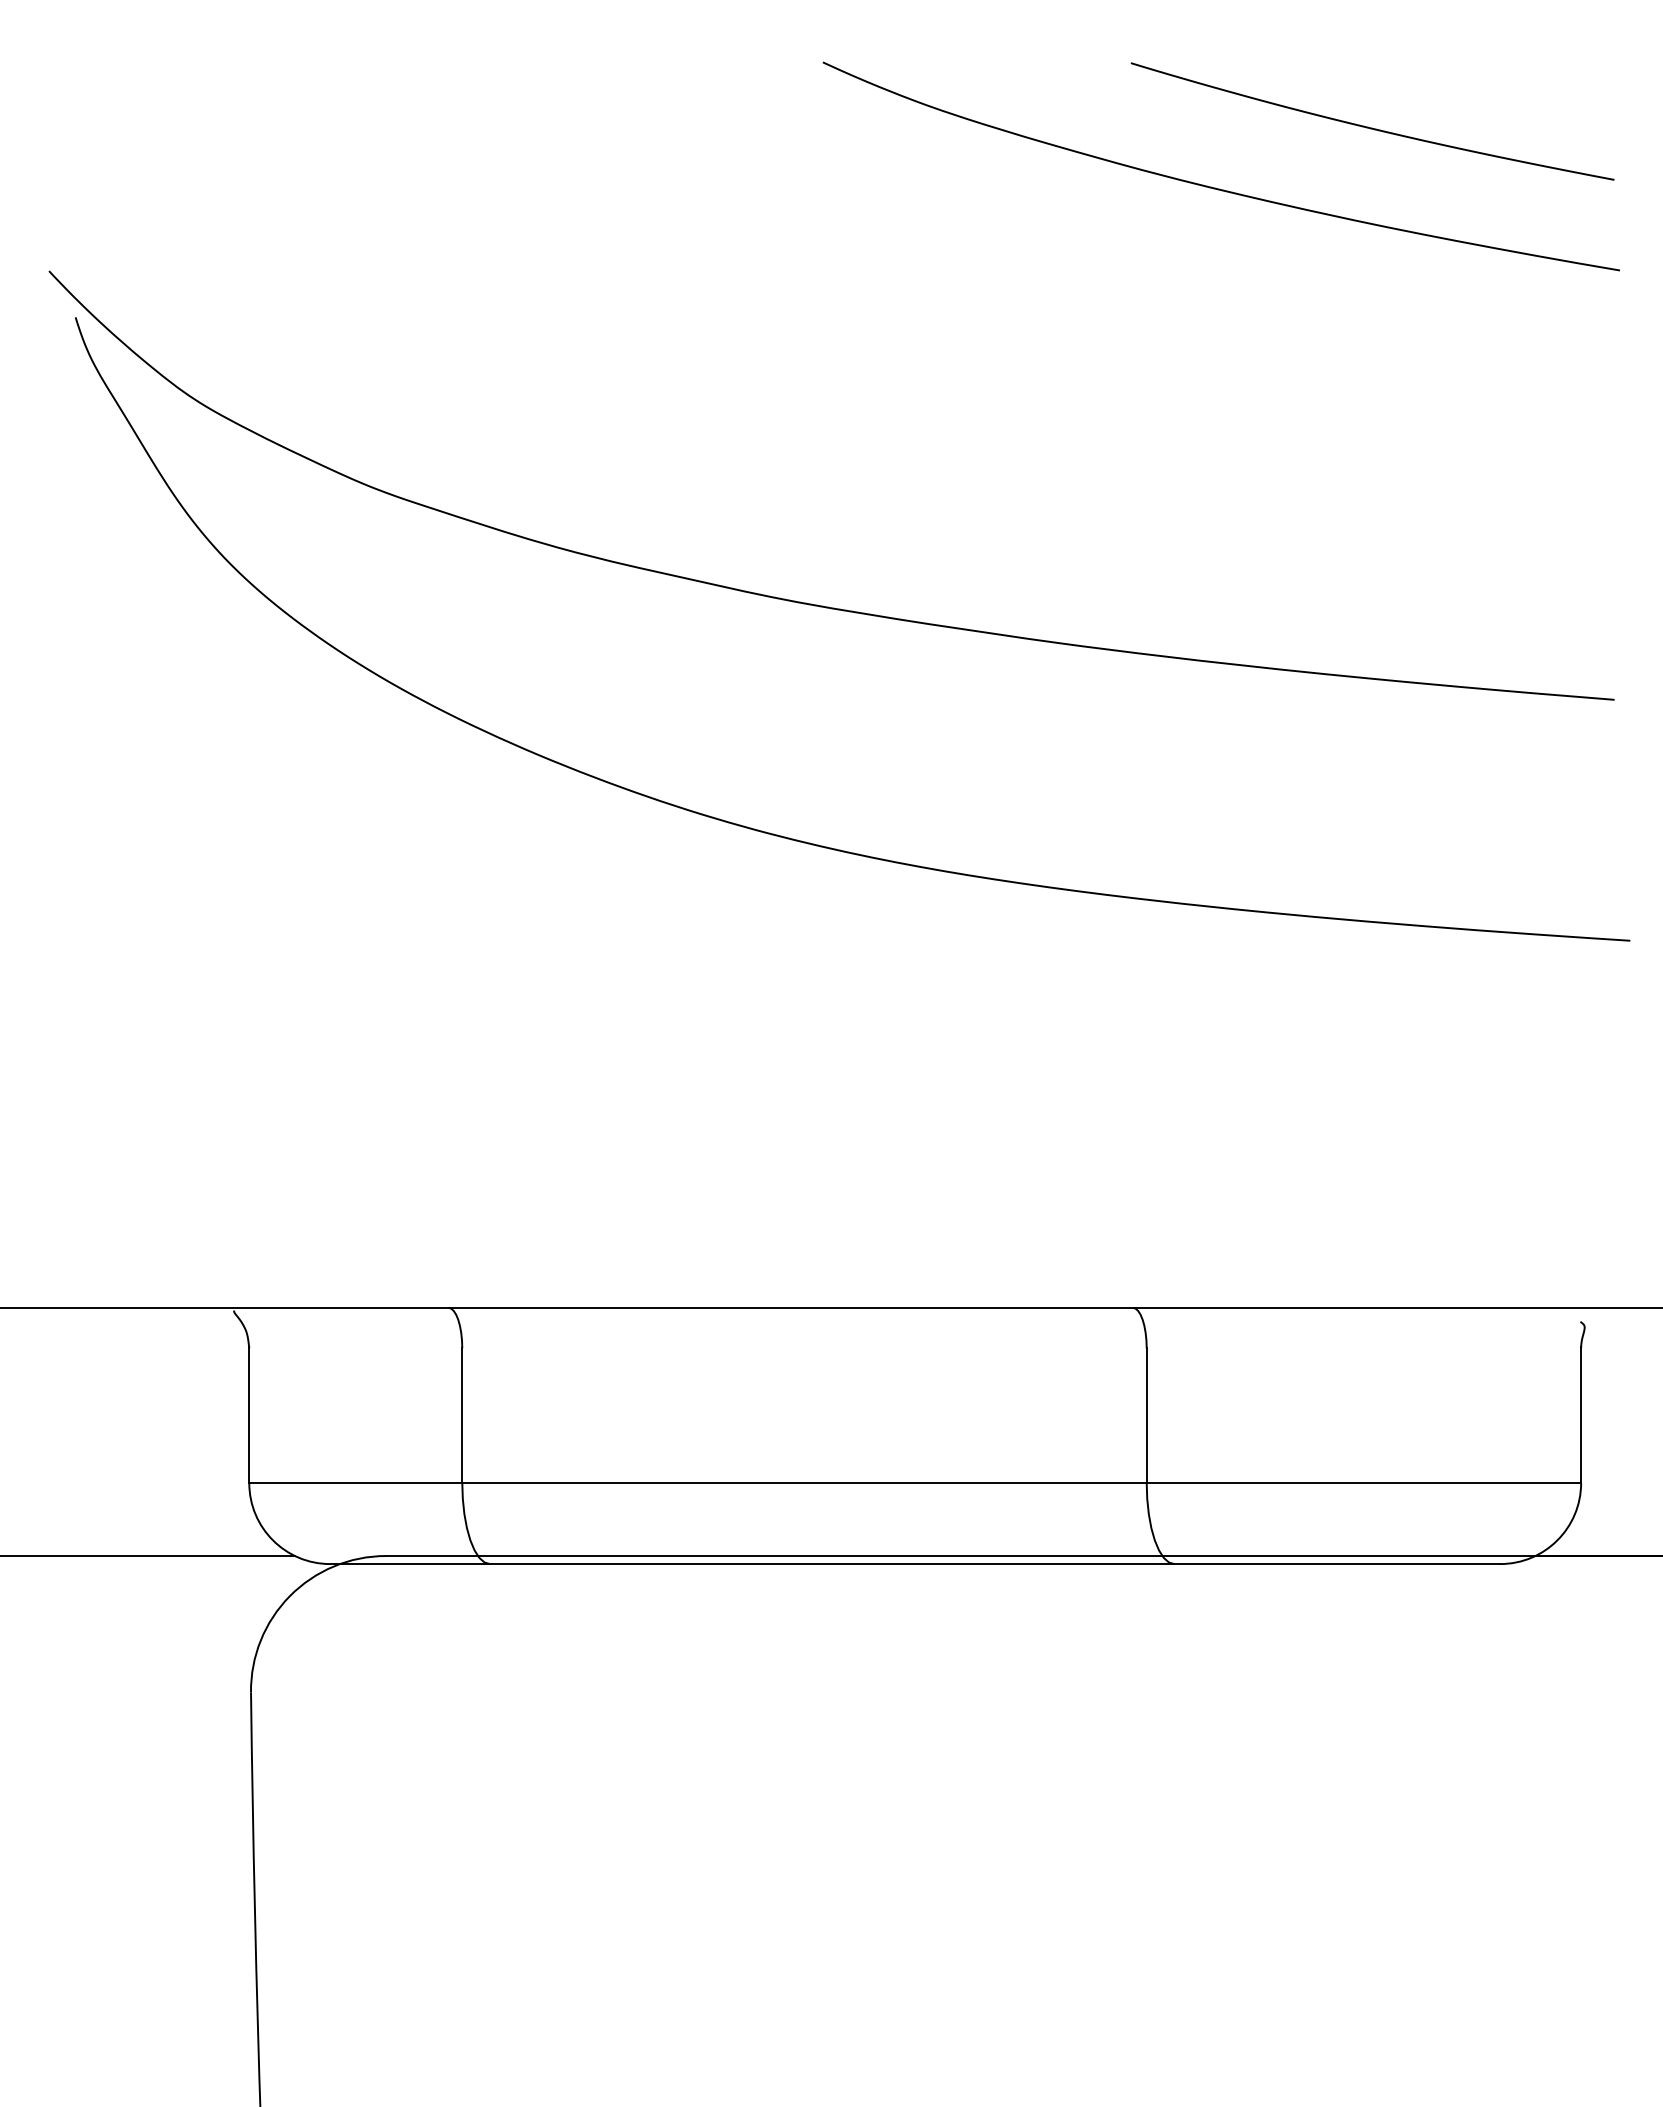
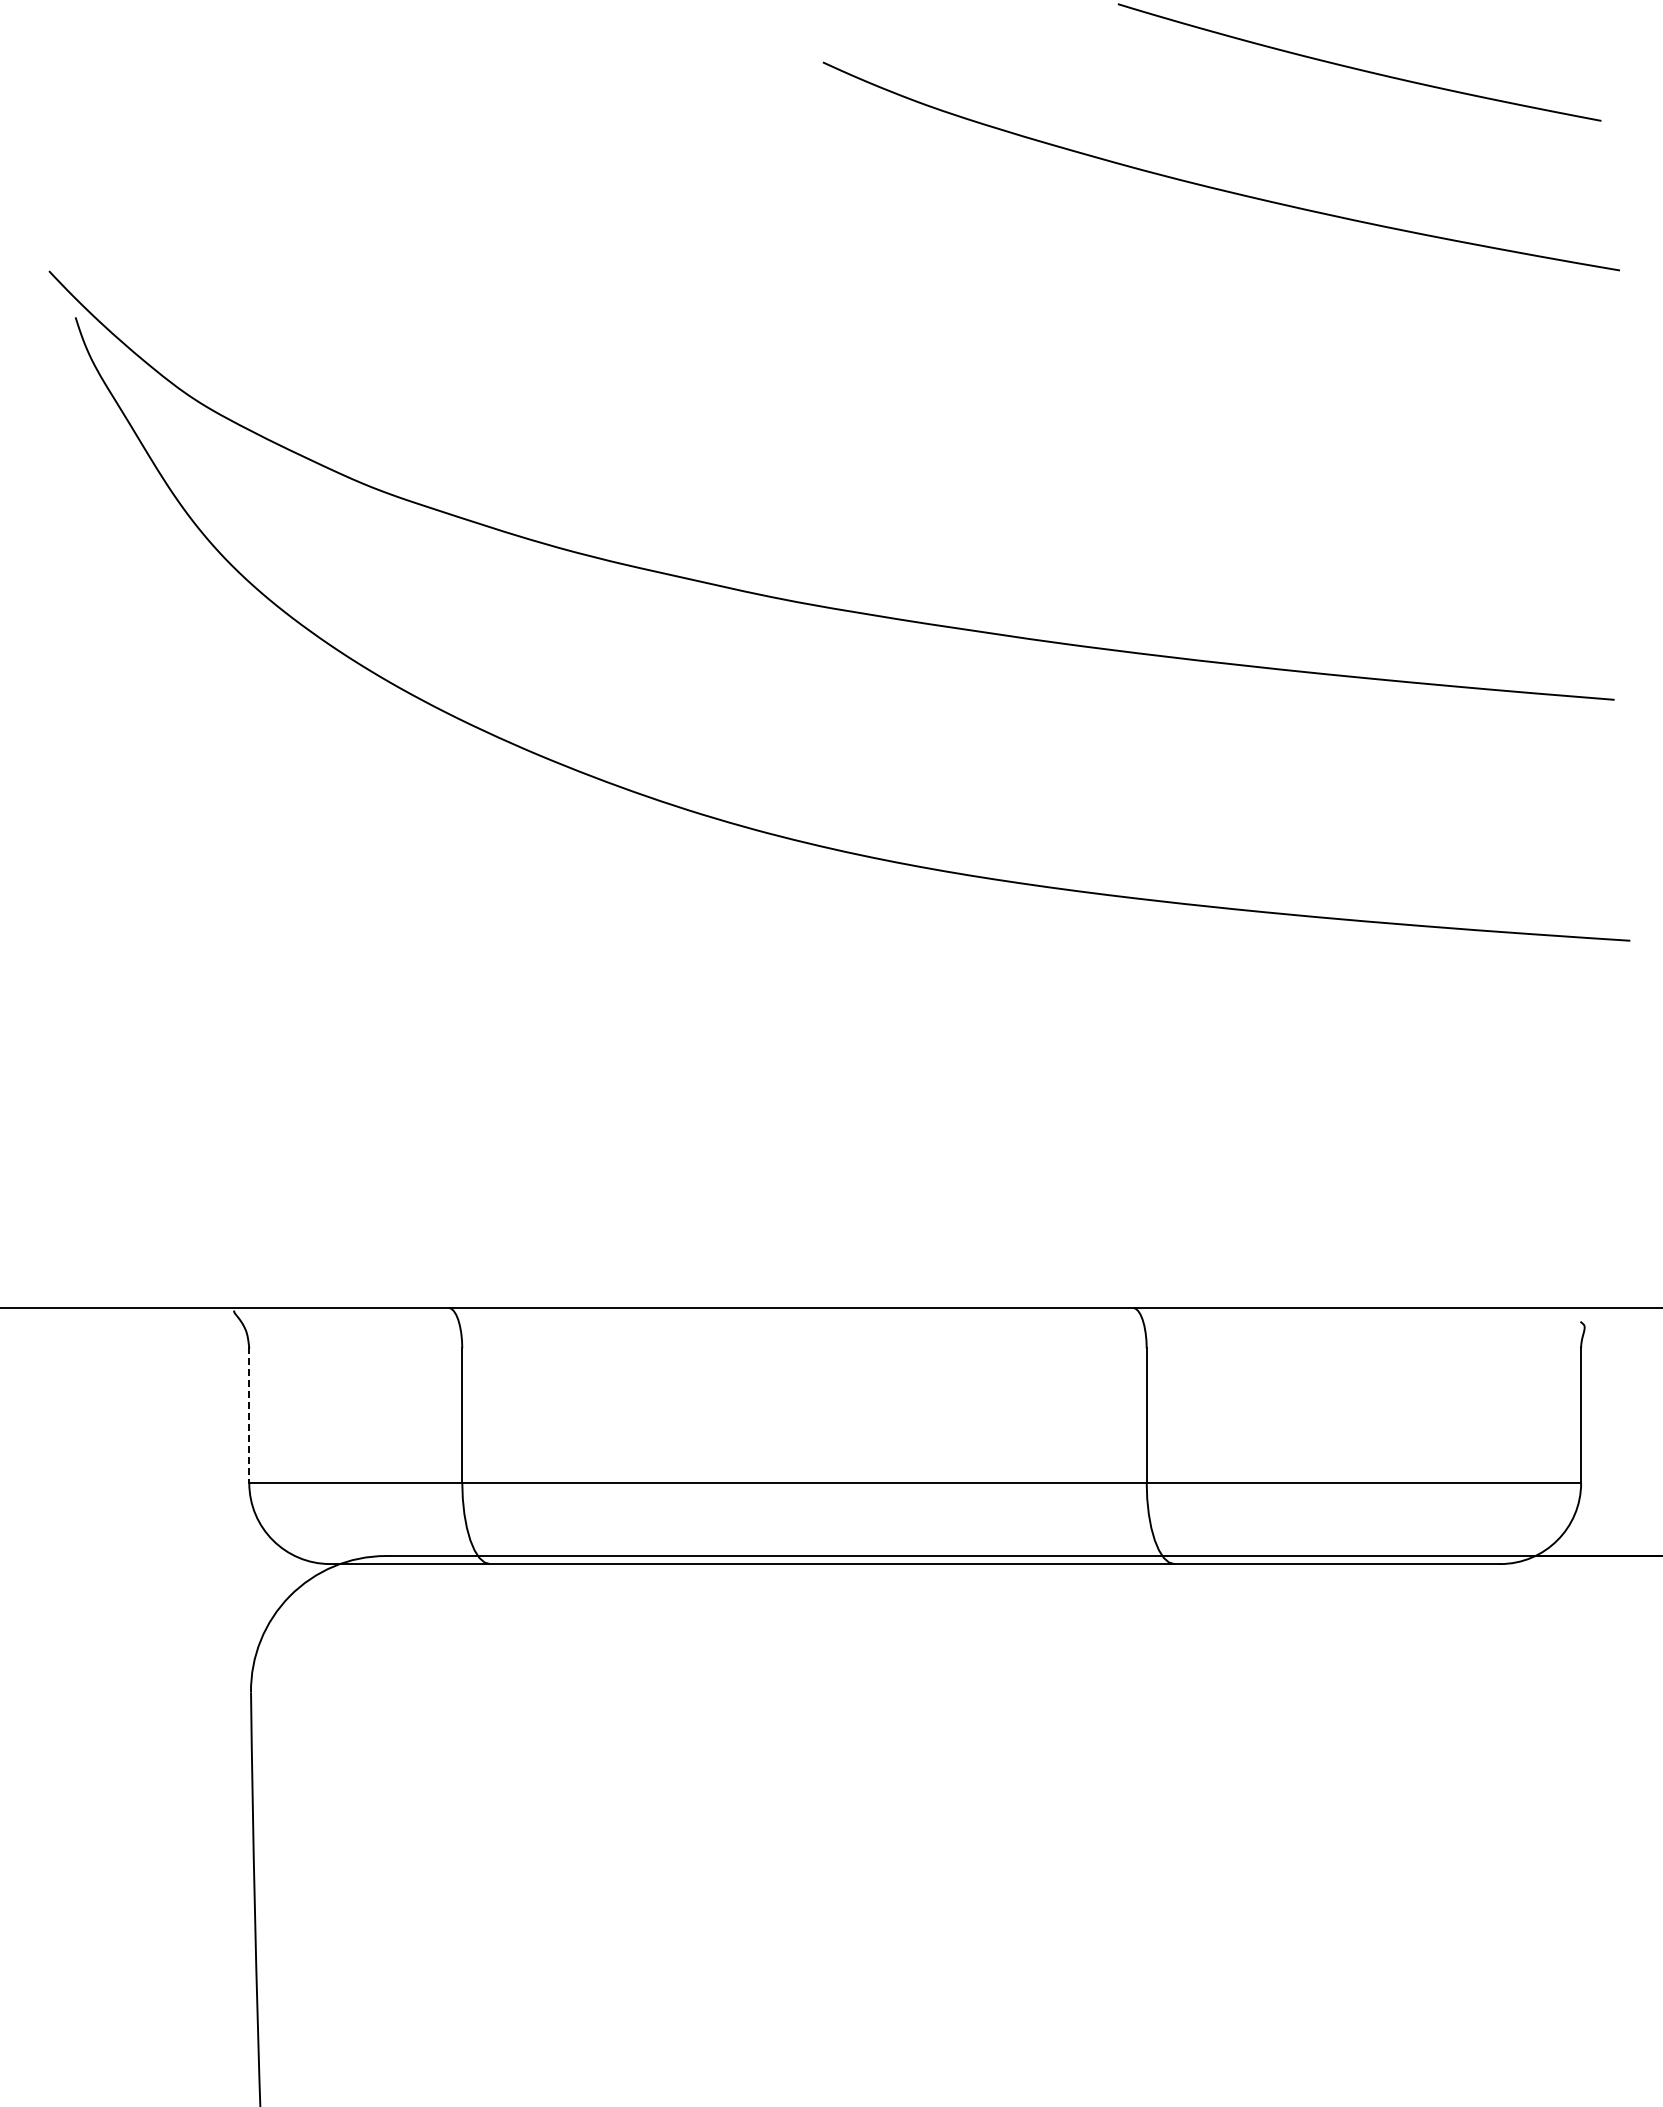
curve at (1372, 127) position: (1372, 127) -> (1359, 68)
line at (249, 1415): solid -> dashed
line at (148, 1556): present -> none
